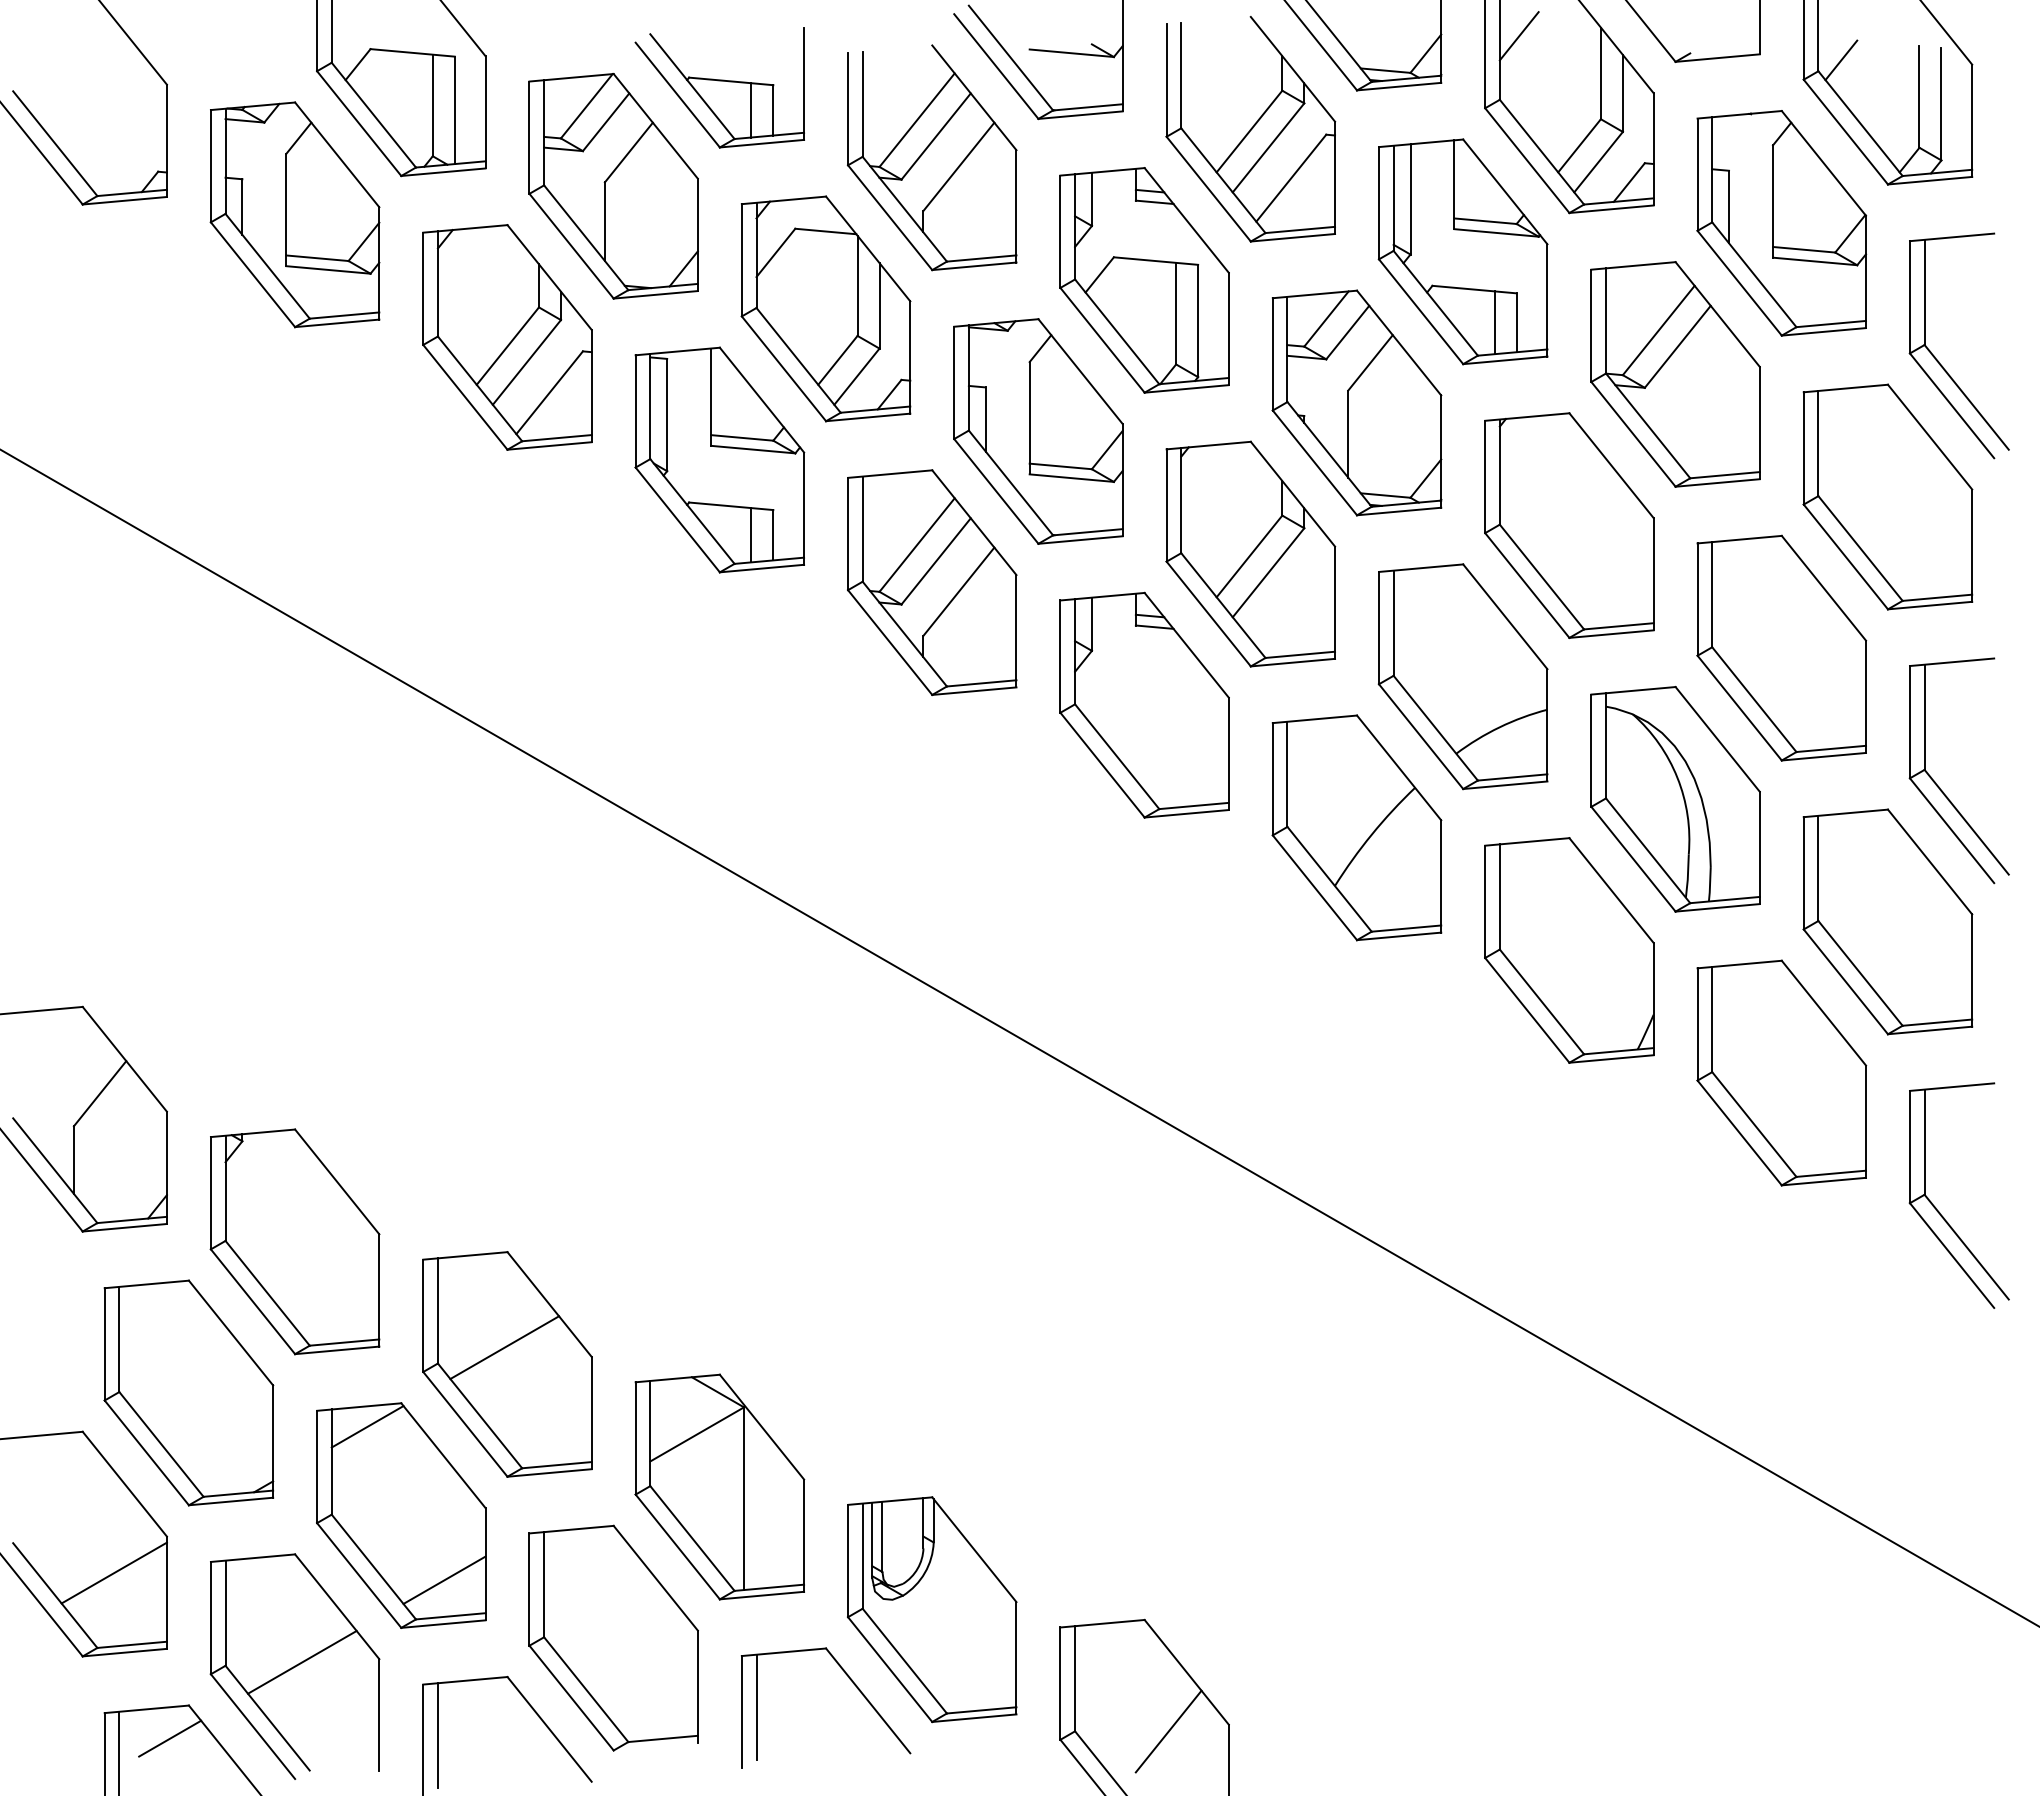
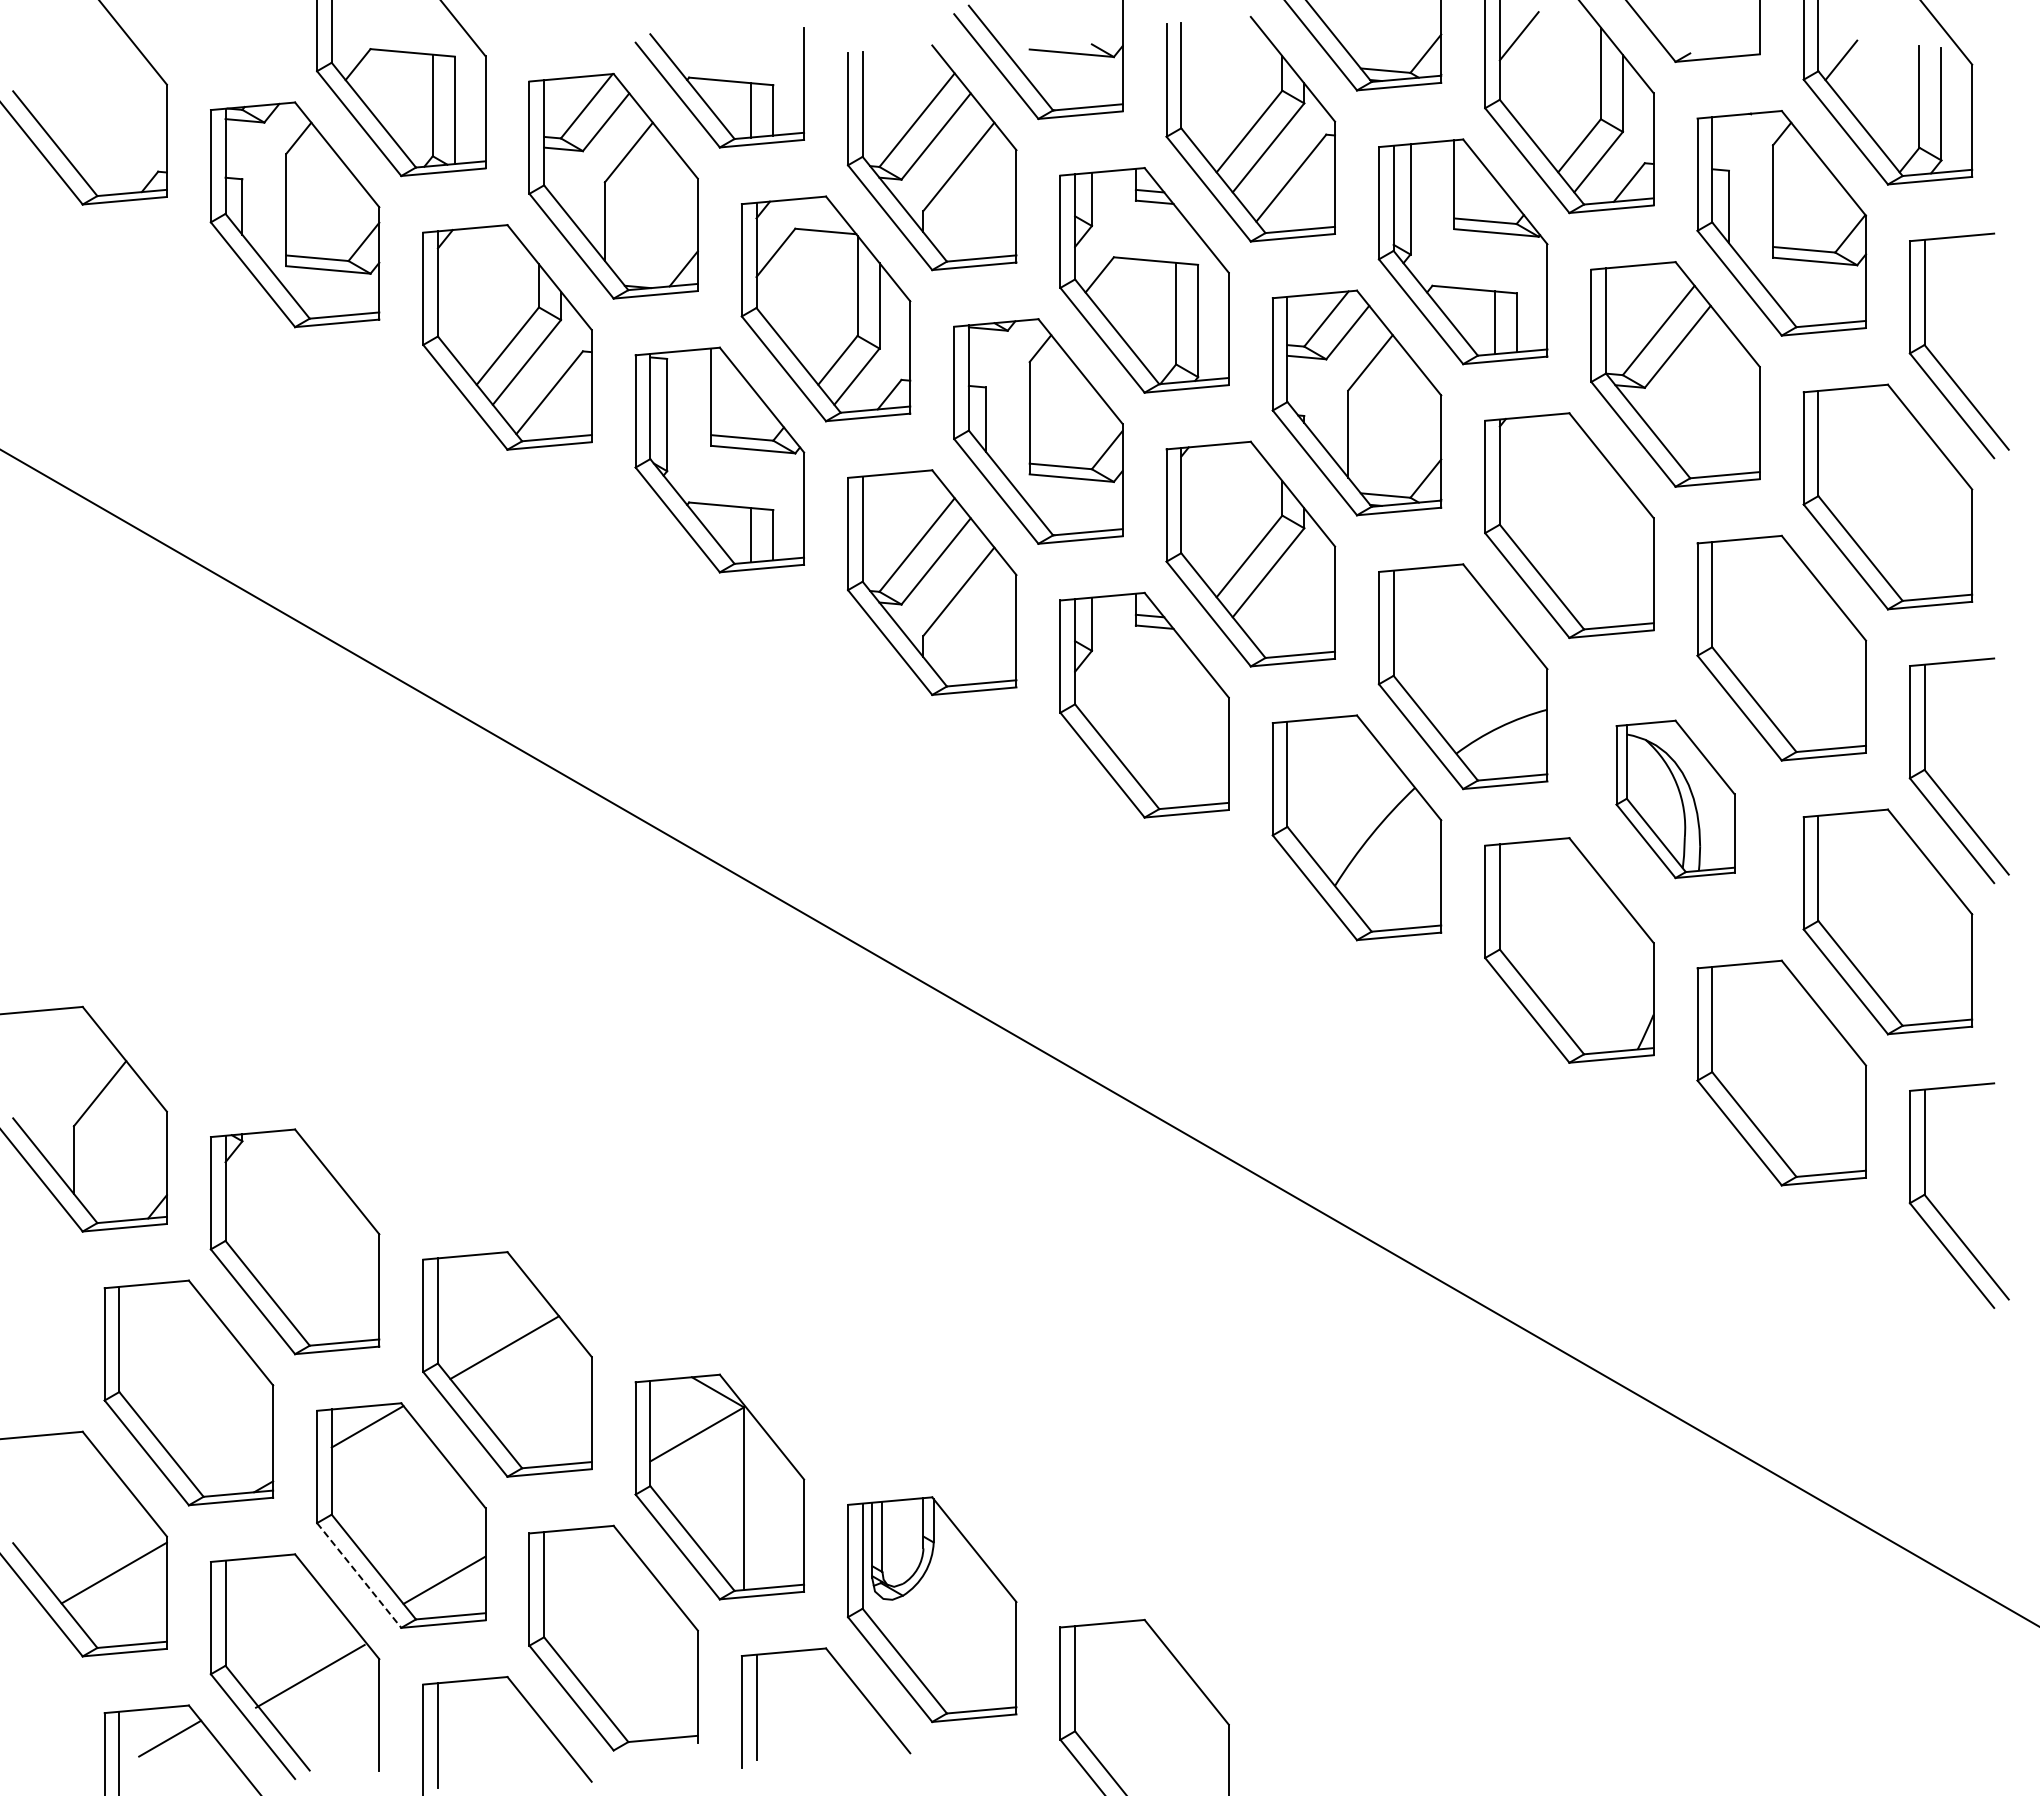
part at (1675, 799) size: 171x227 px -> 121x161 px
line at (359, 1575): solid -> dashed
line at (302, 1661) position: (302, 1661) -> (310, 1675)
line at (1168, 1731): present -> none
